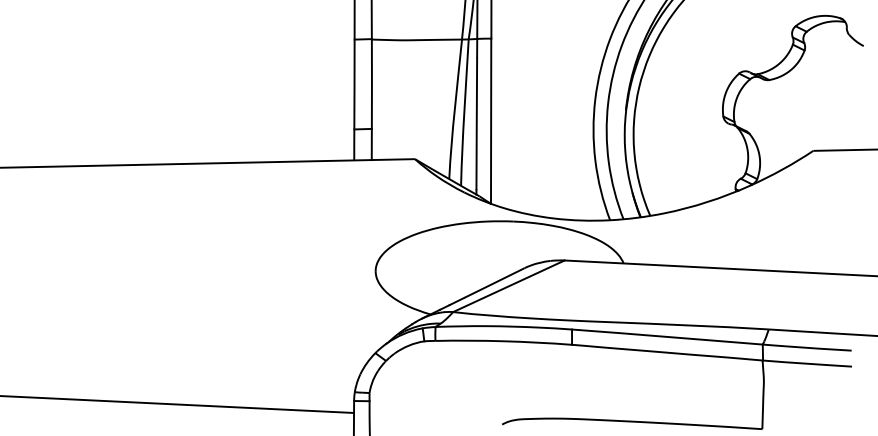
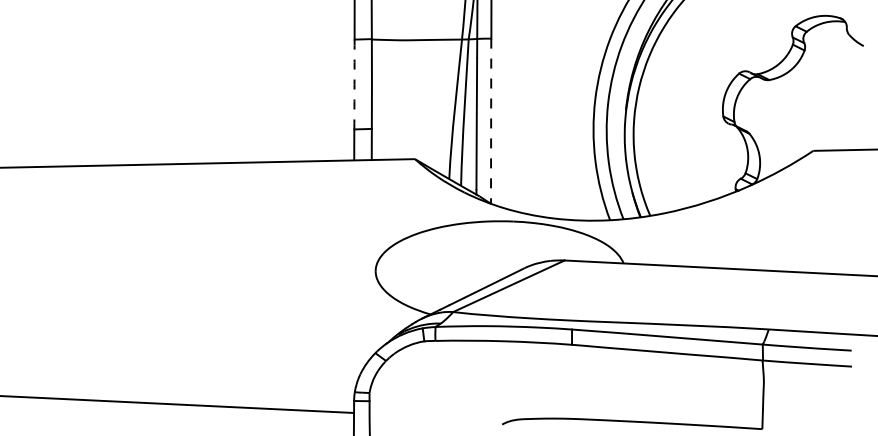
arc at (354, 84): solid -> dashed
line at (491, 121): solid -> dashed
